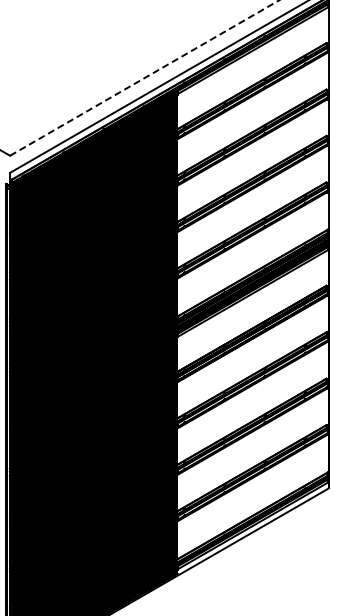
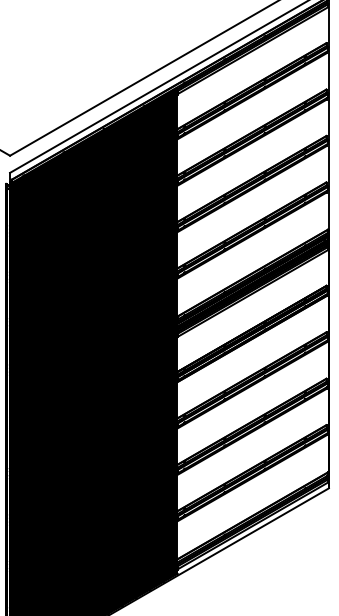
line at (144, 77): dashed -> solid
